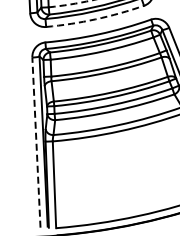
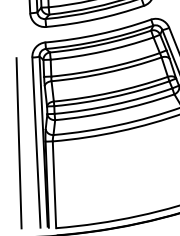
arc at (71, 4): dashed -> solid
arc at (95, 19): dashed -> solid
line at (36, 142): dashed -> solid
line at (18, 143): none -> present
